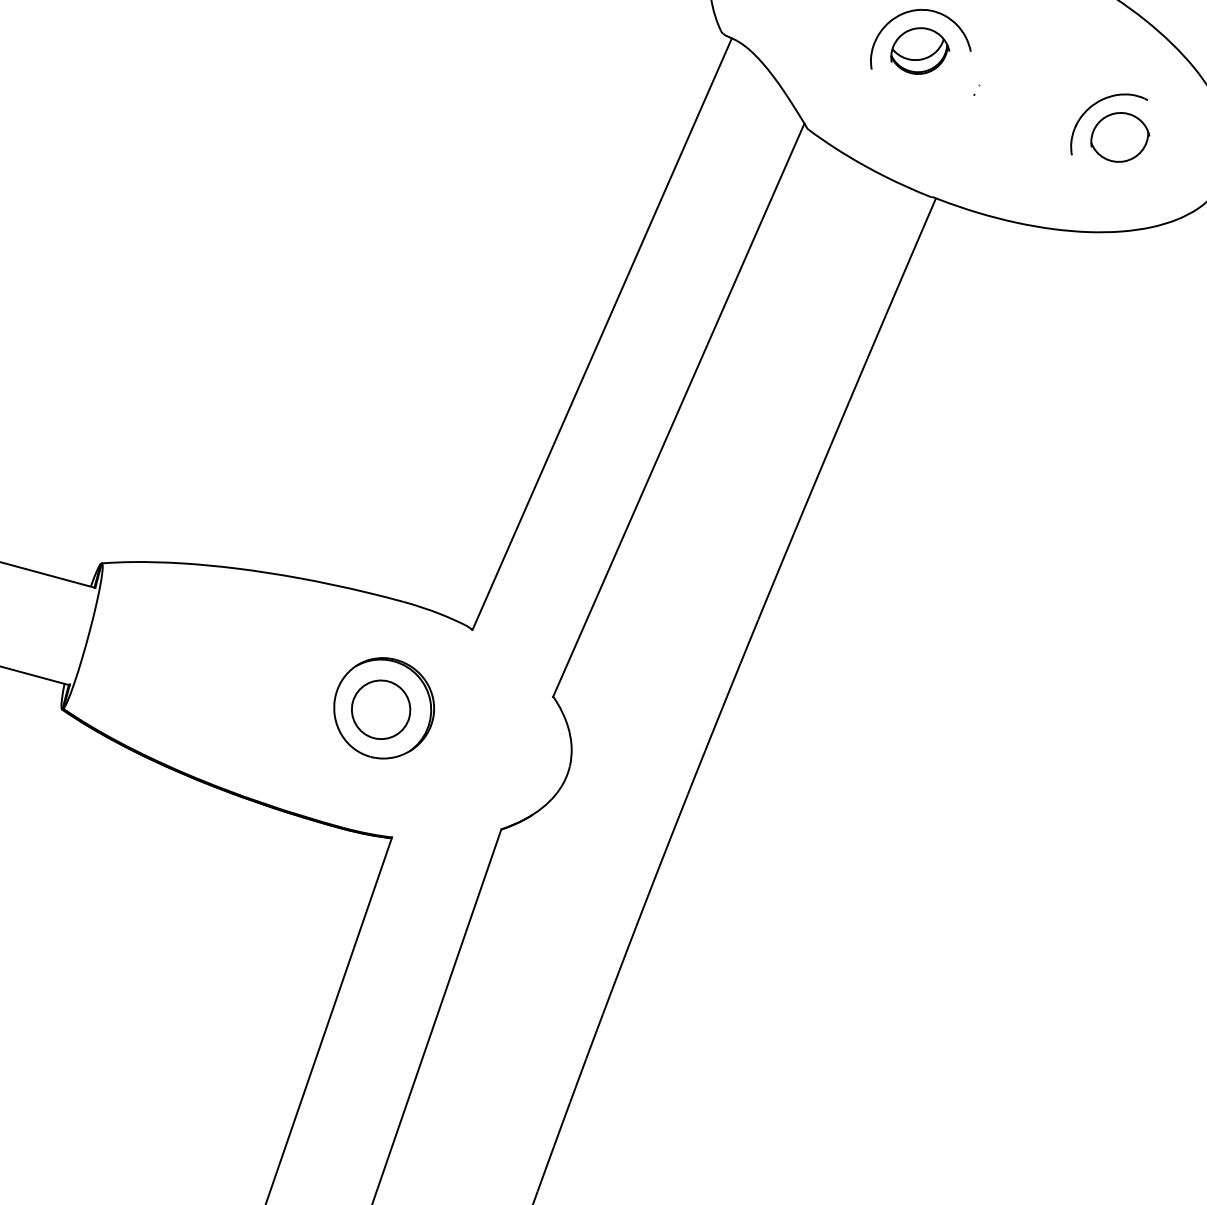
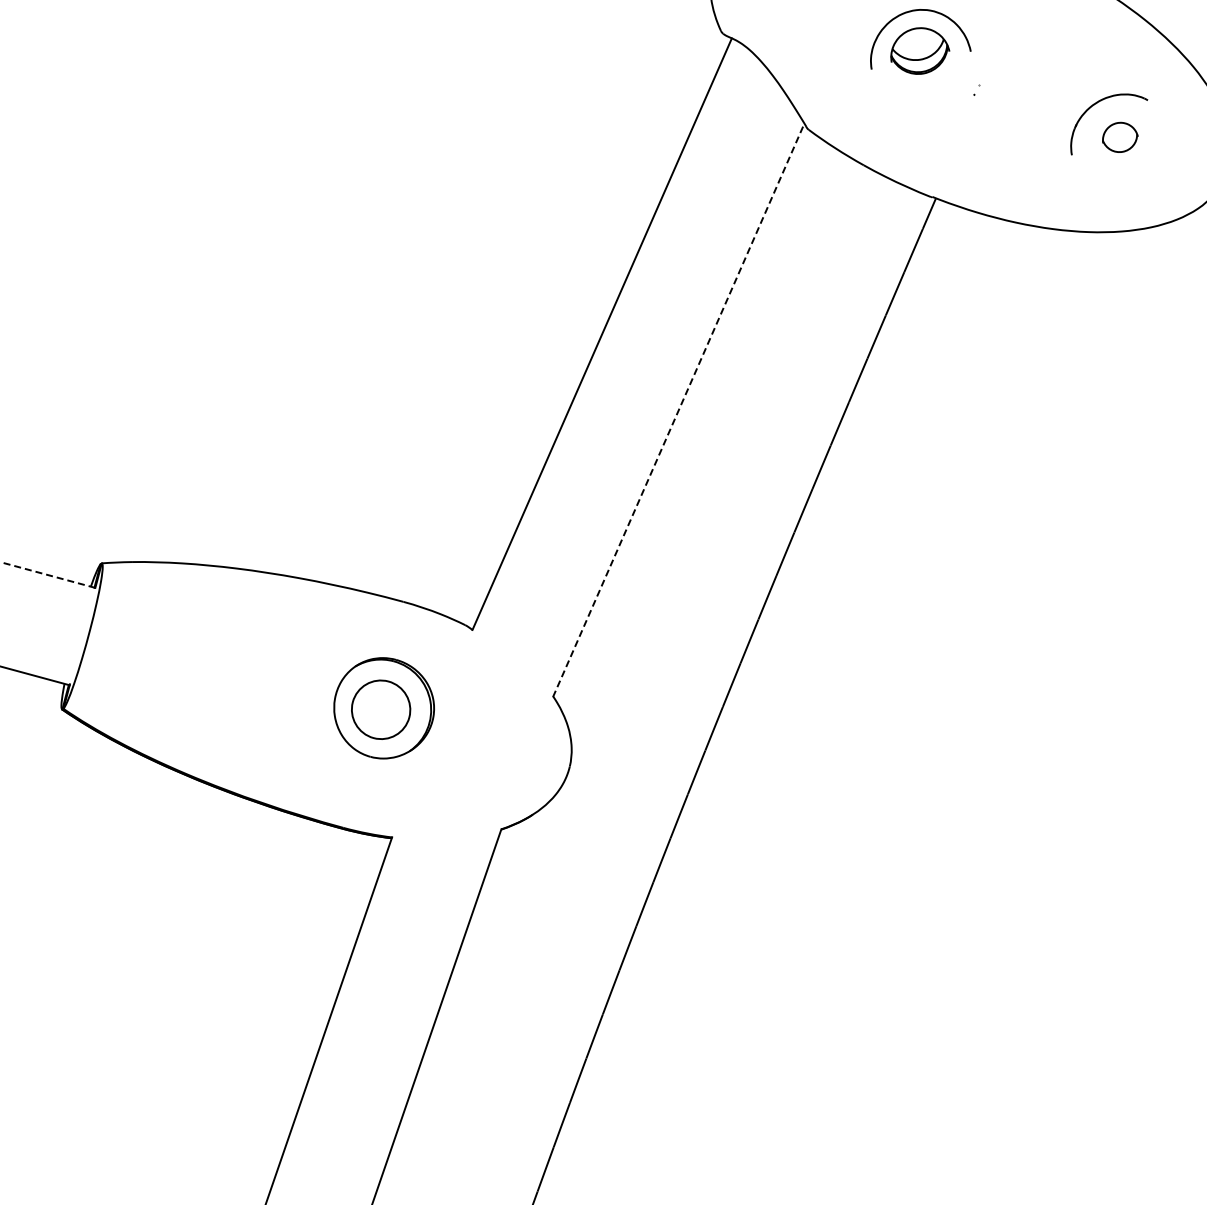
part at (1120, 137) size: 61x51 px -> 37x32 px
line at (678, 409): solid -> dashed
line at (48, 575): solid -> dashed
